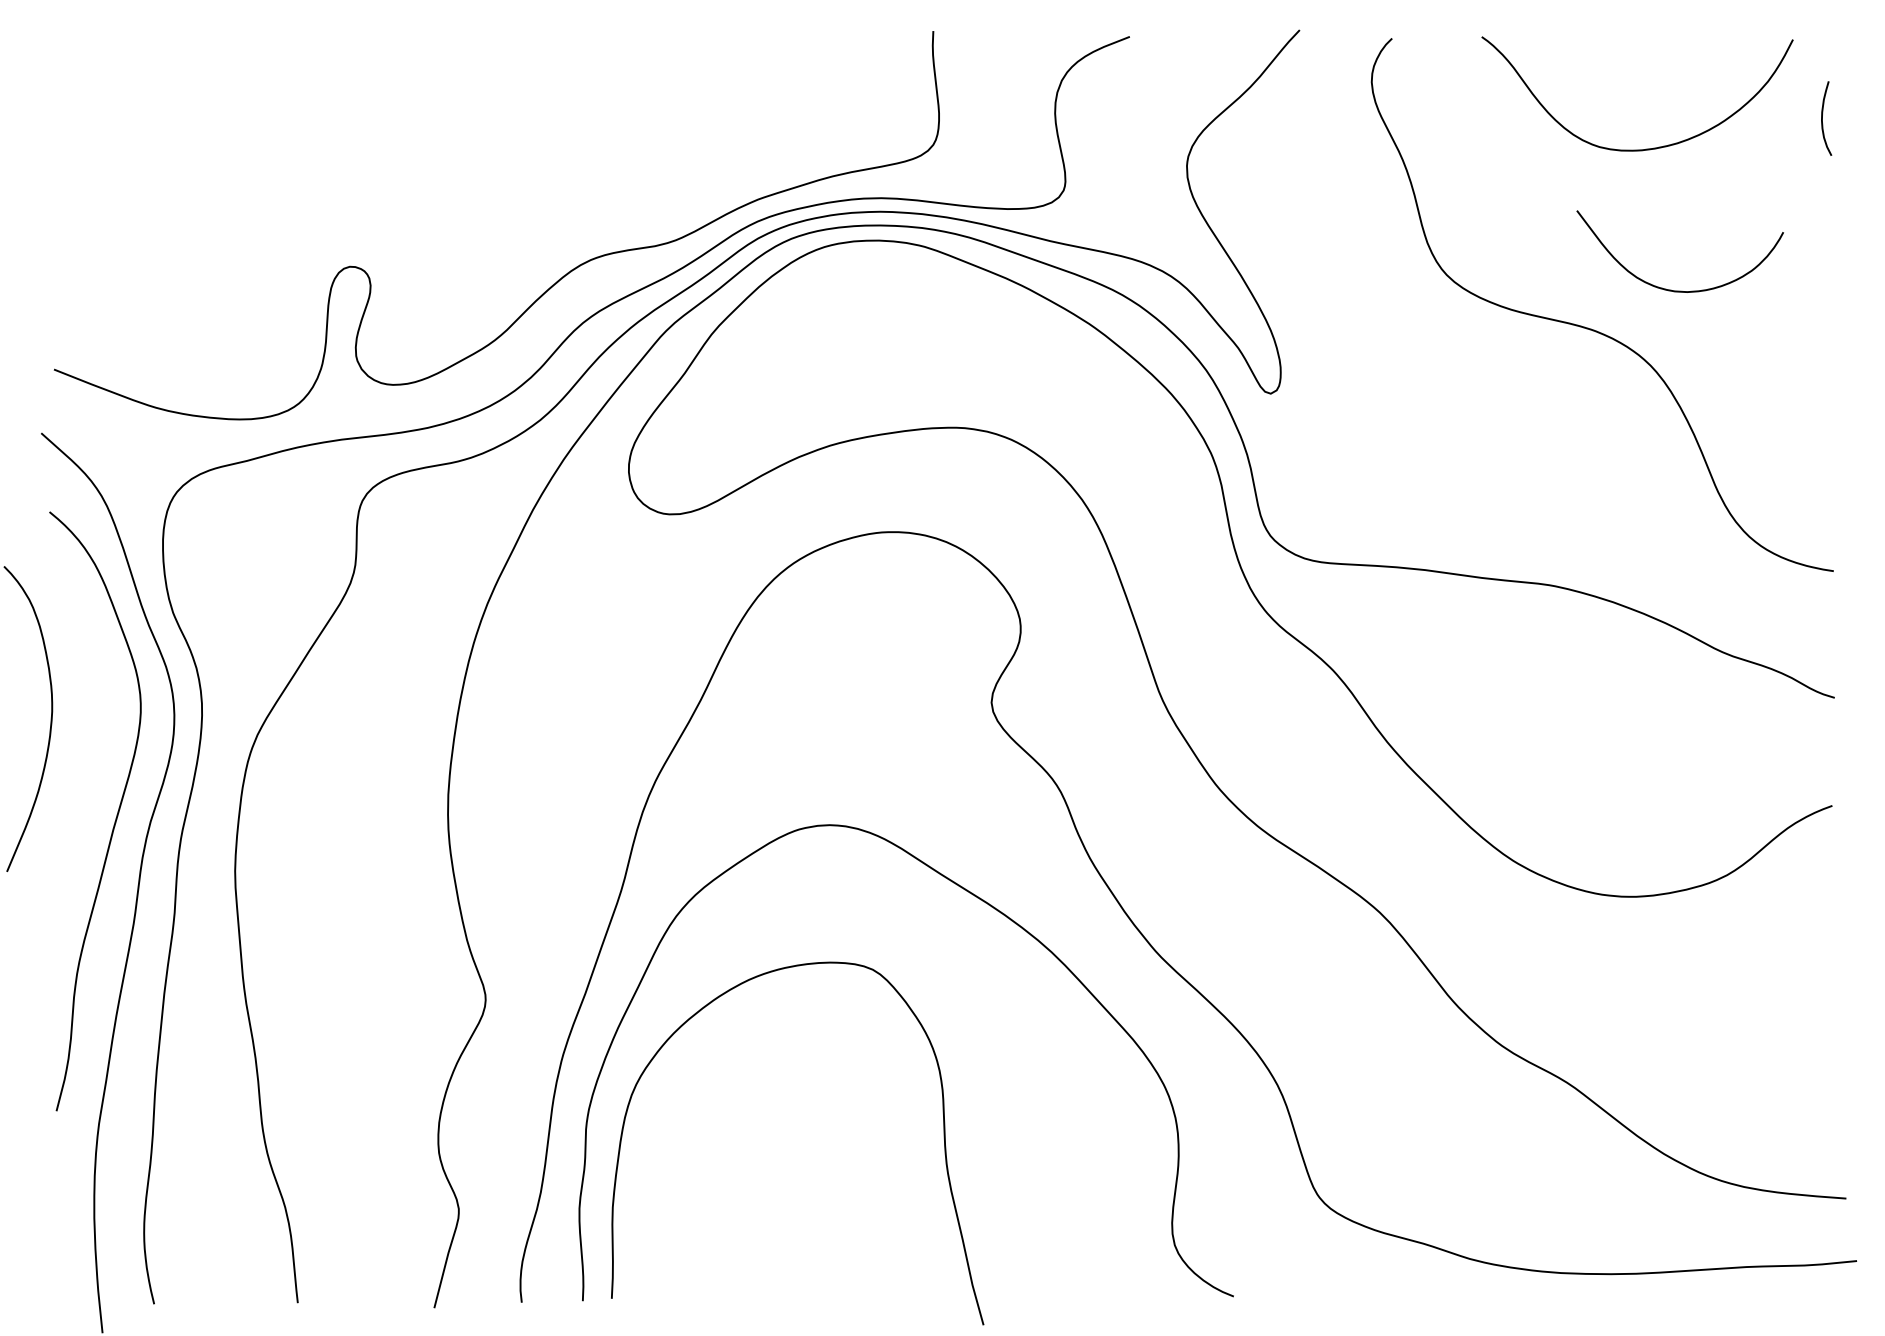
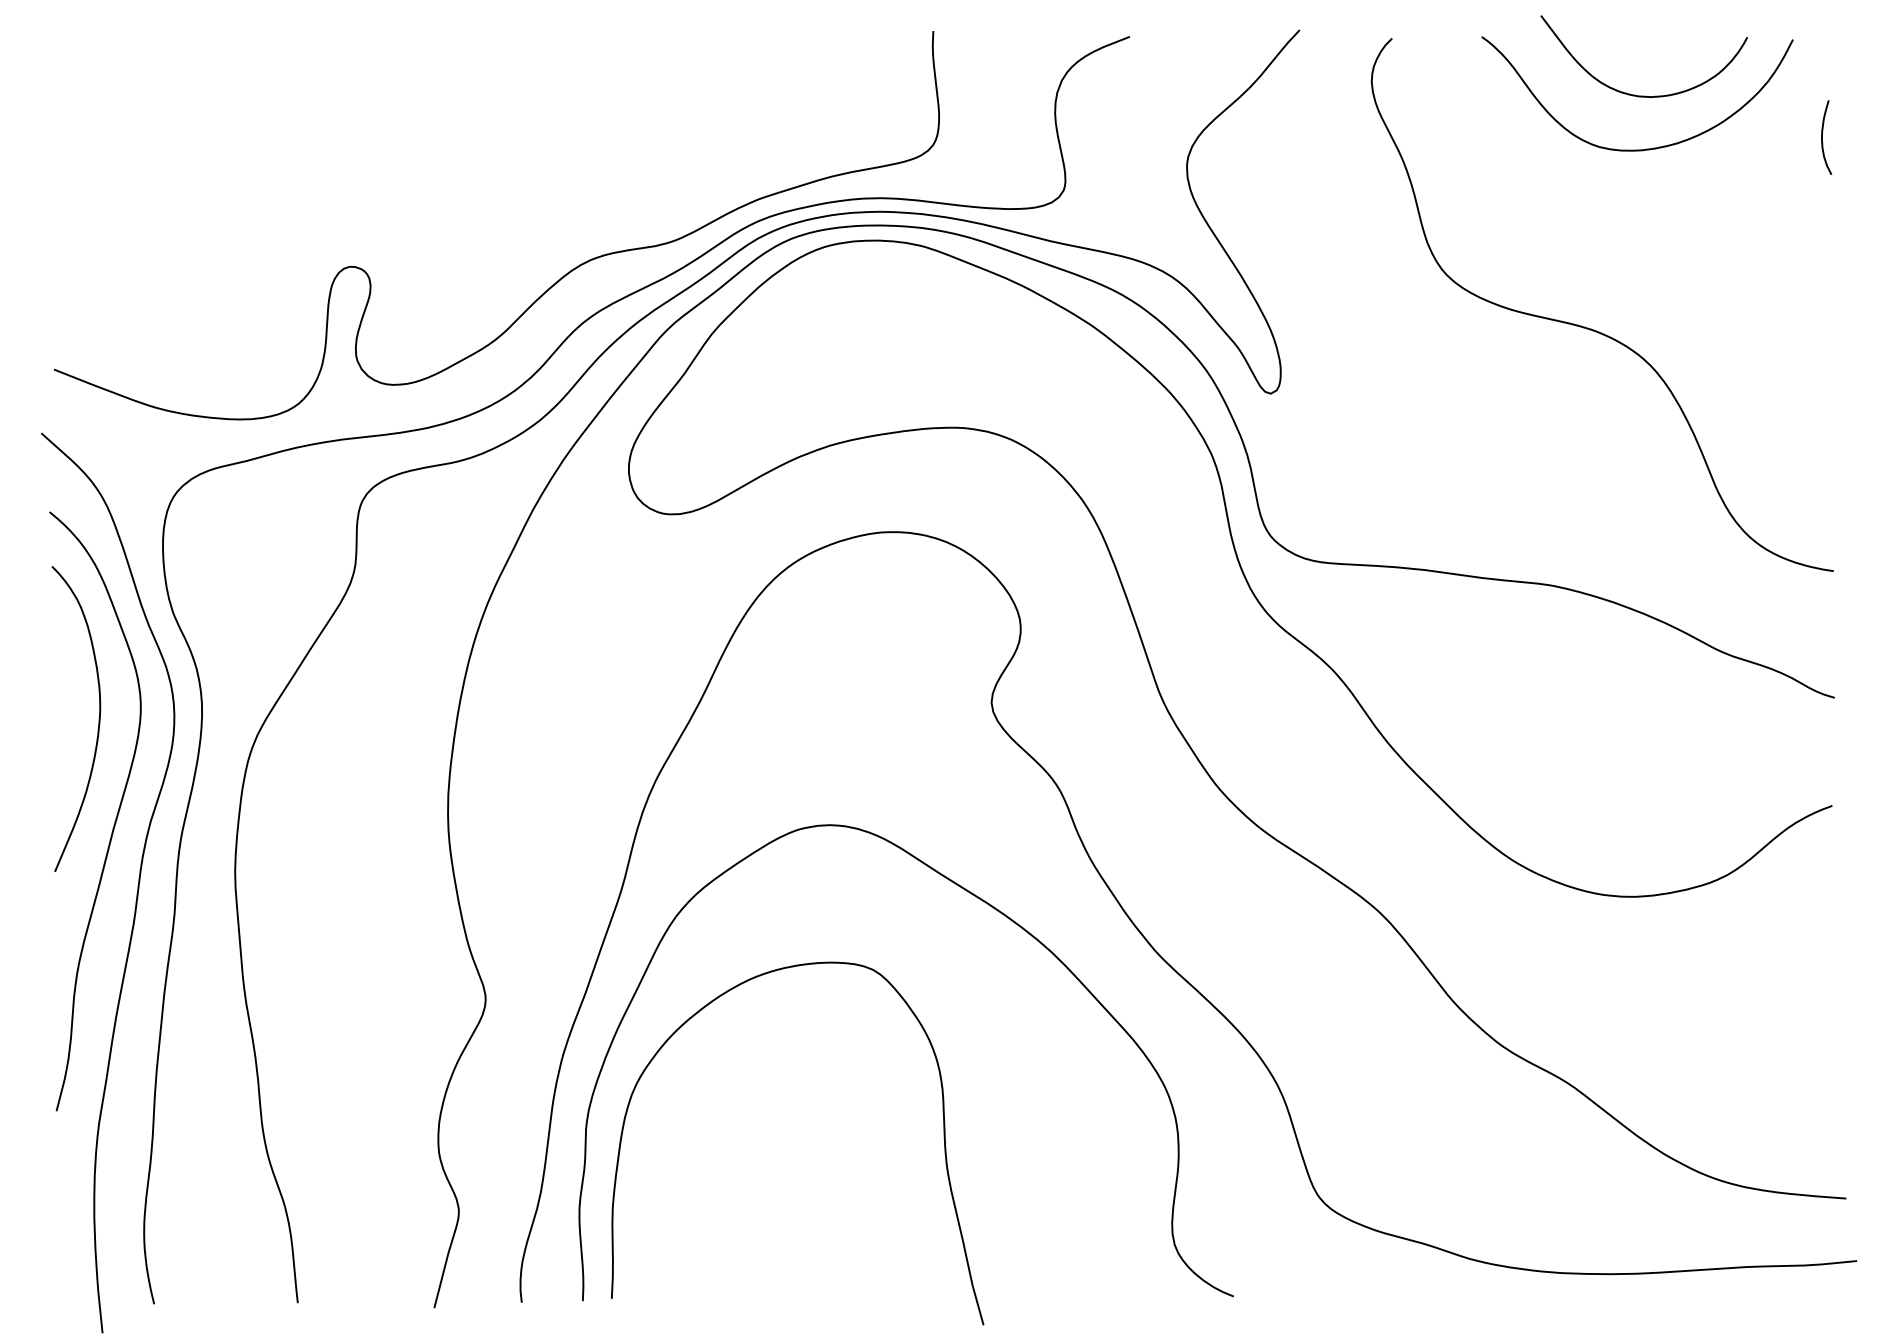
curve at (1822, 118) position: (1822, 118) -> (1822, 137)
curve at (1671, 289) position: (1671, 289) -> (1635, 94)
curve at (50, 718) position: (50, 718) -> (98, 718)
